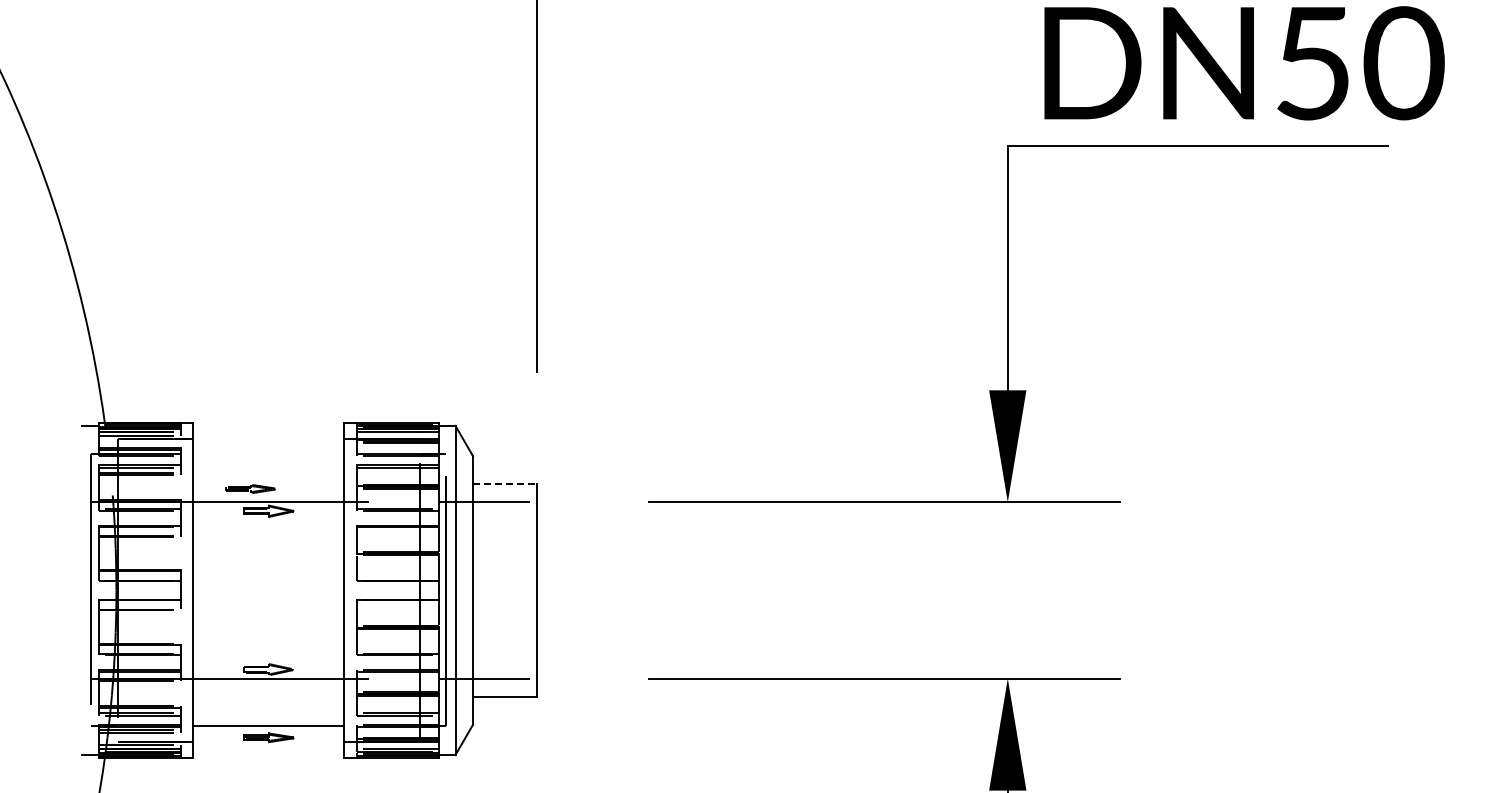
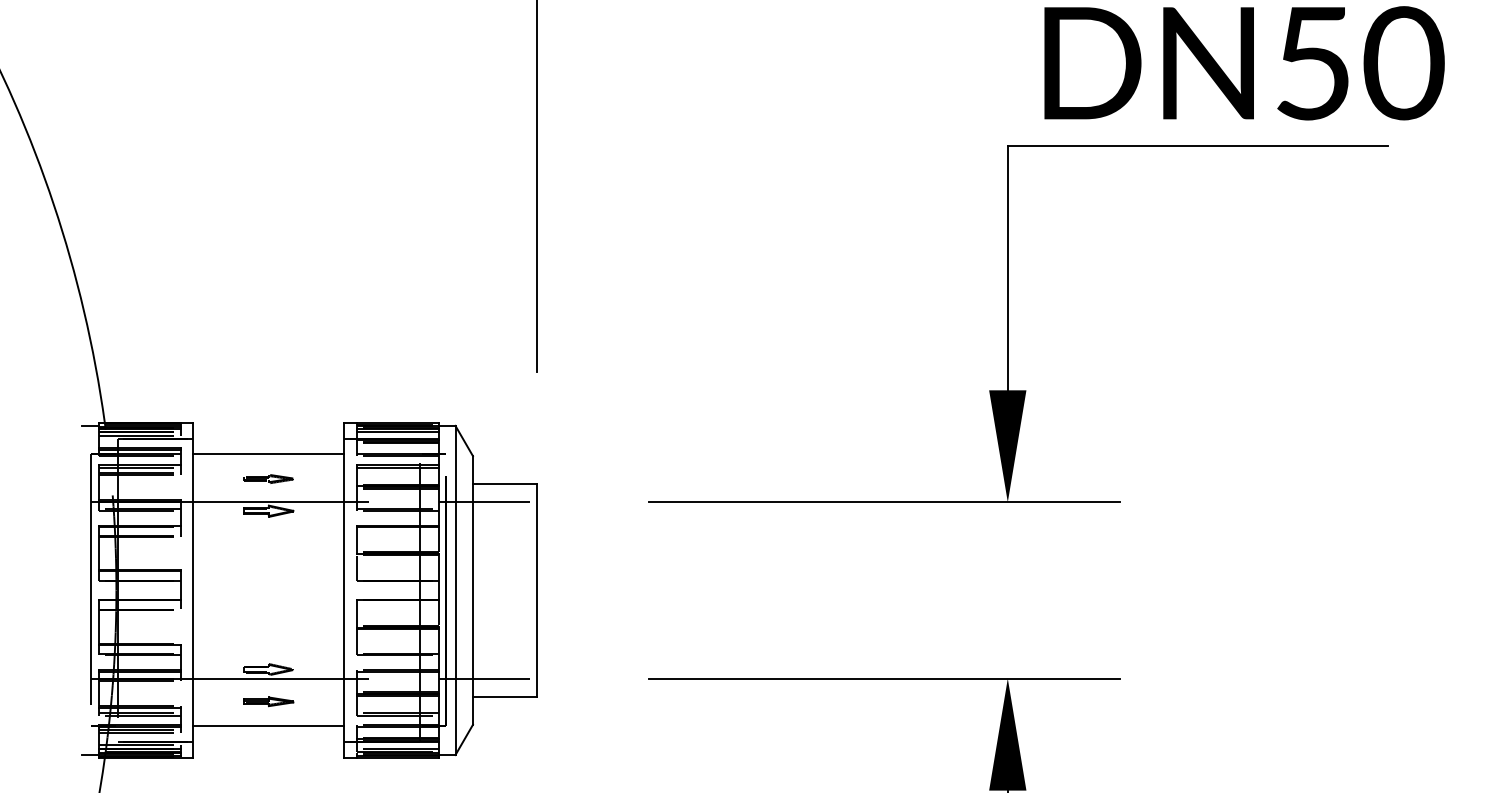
line at (268, 454): none -> present
line at (505, 484): dashed -> solid
part at (250, 488) position: (250, 488) -> (268, 478)
part at (268, 737) position: (268, 737) -> (268, 701)
